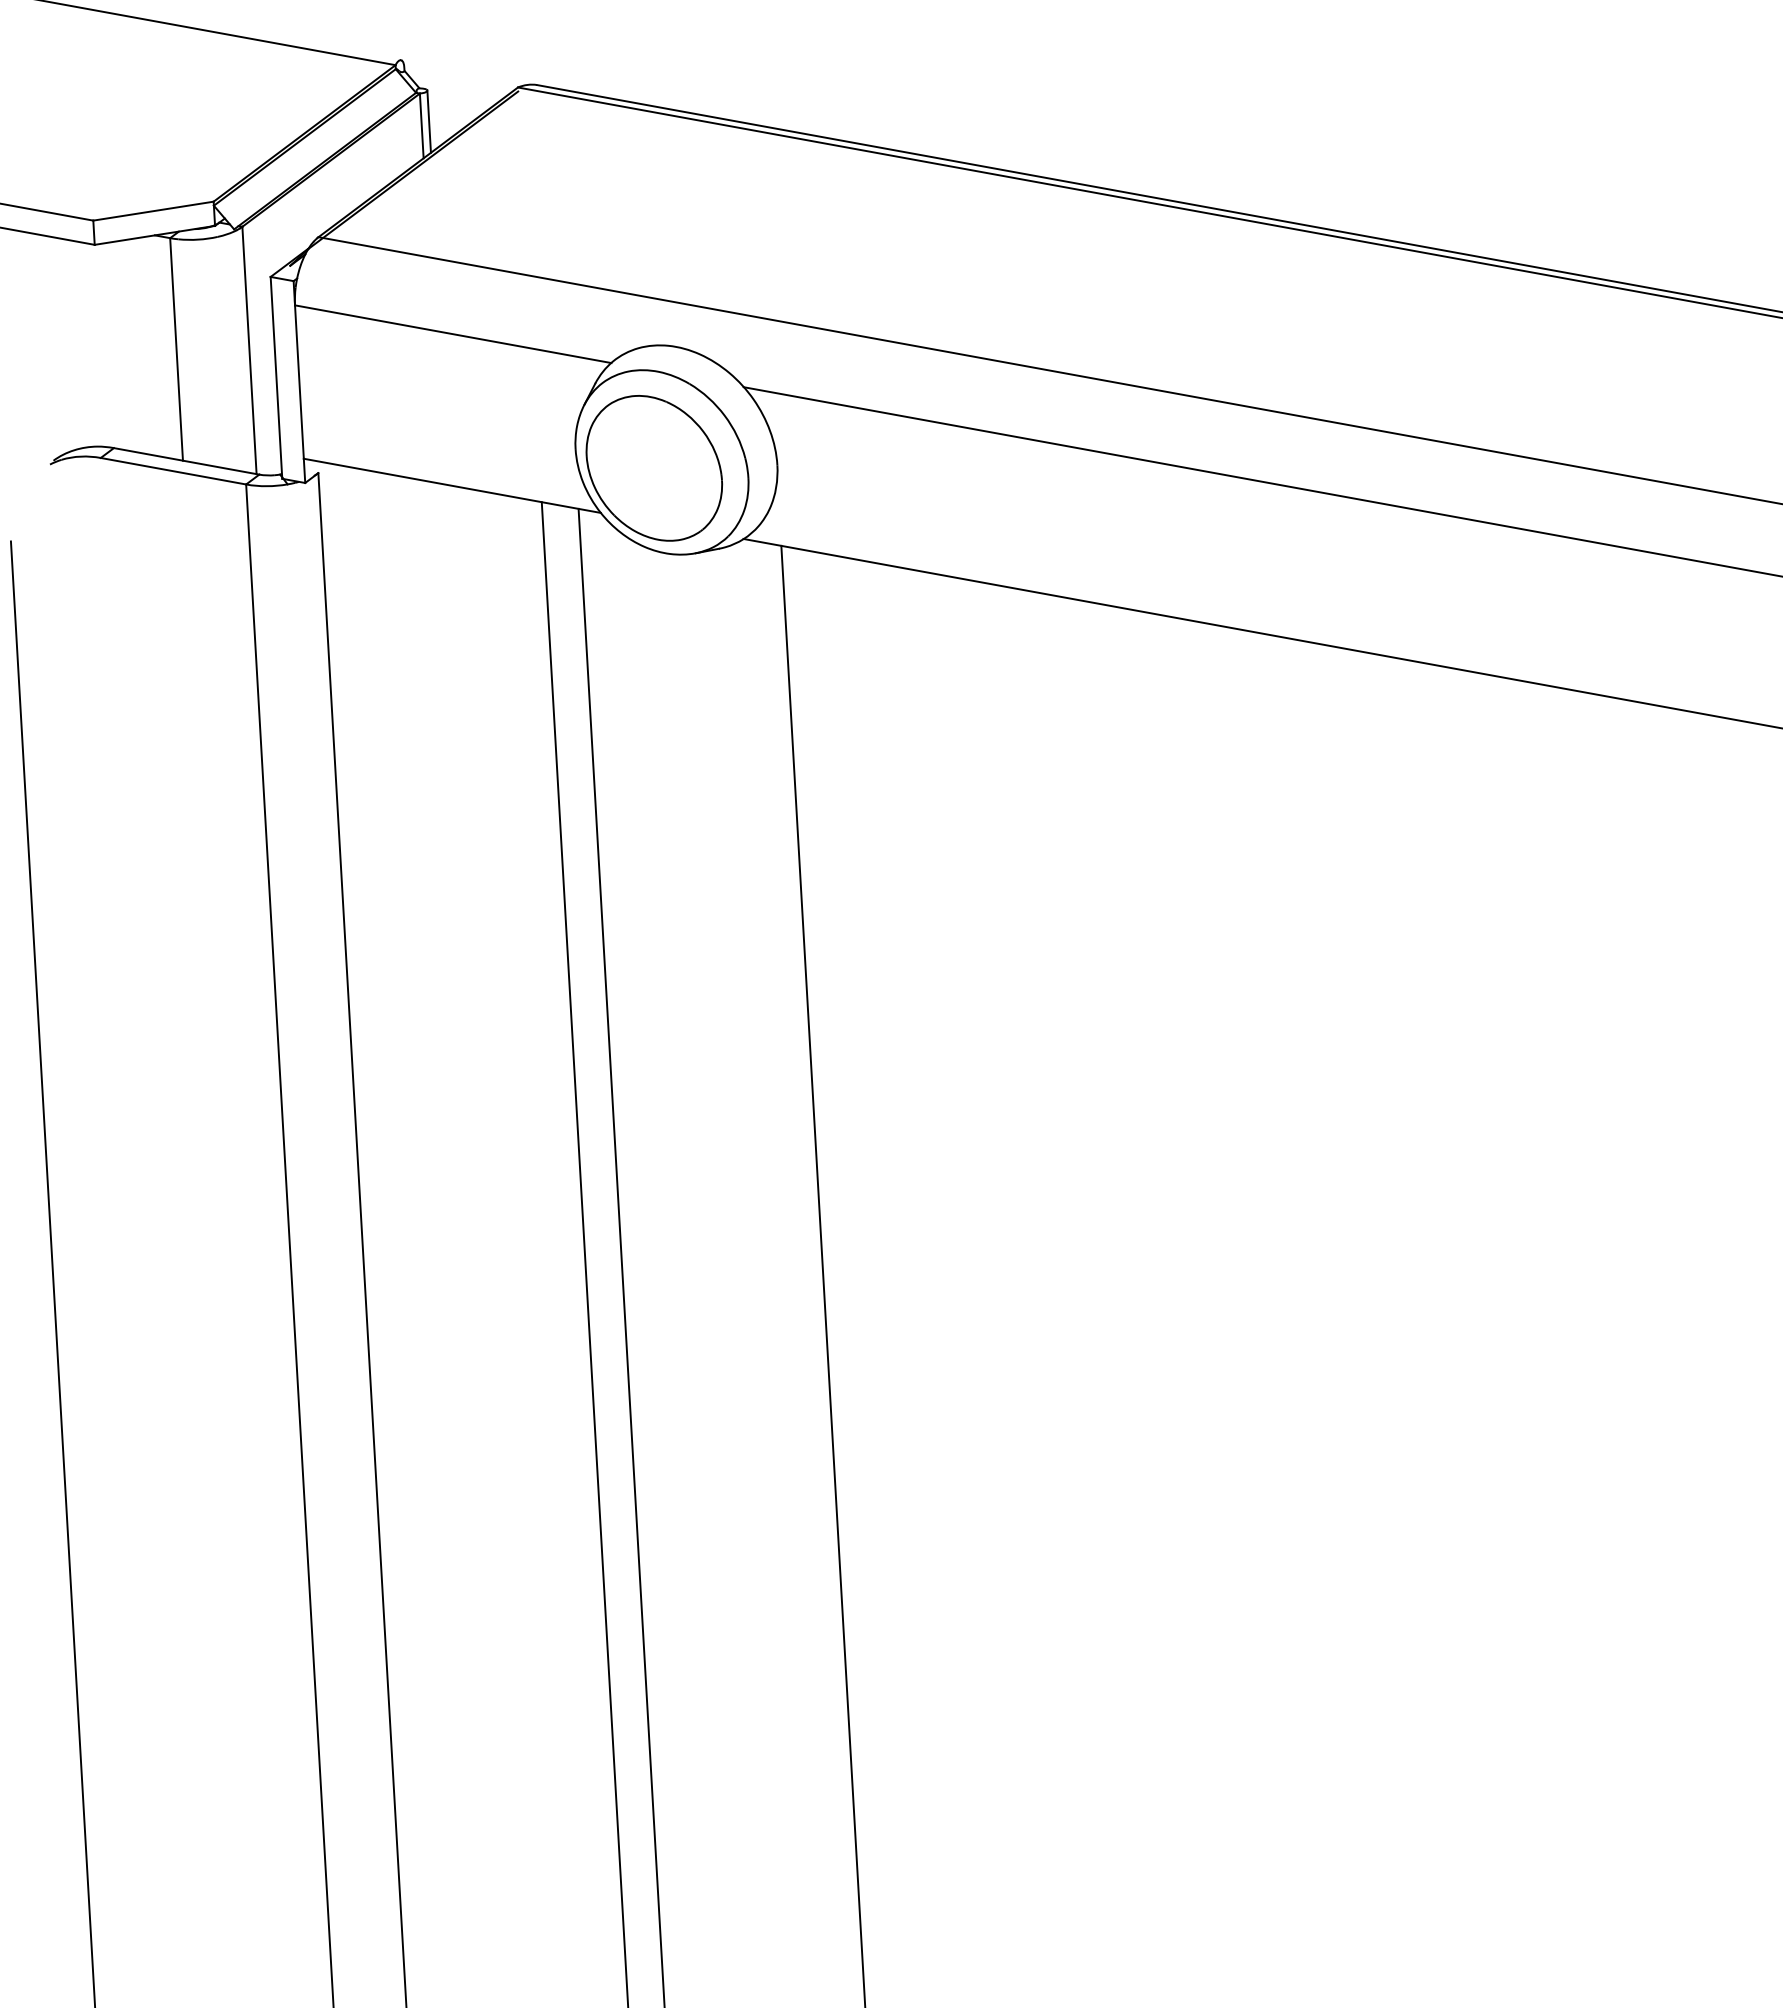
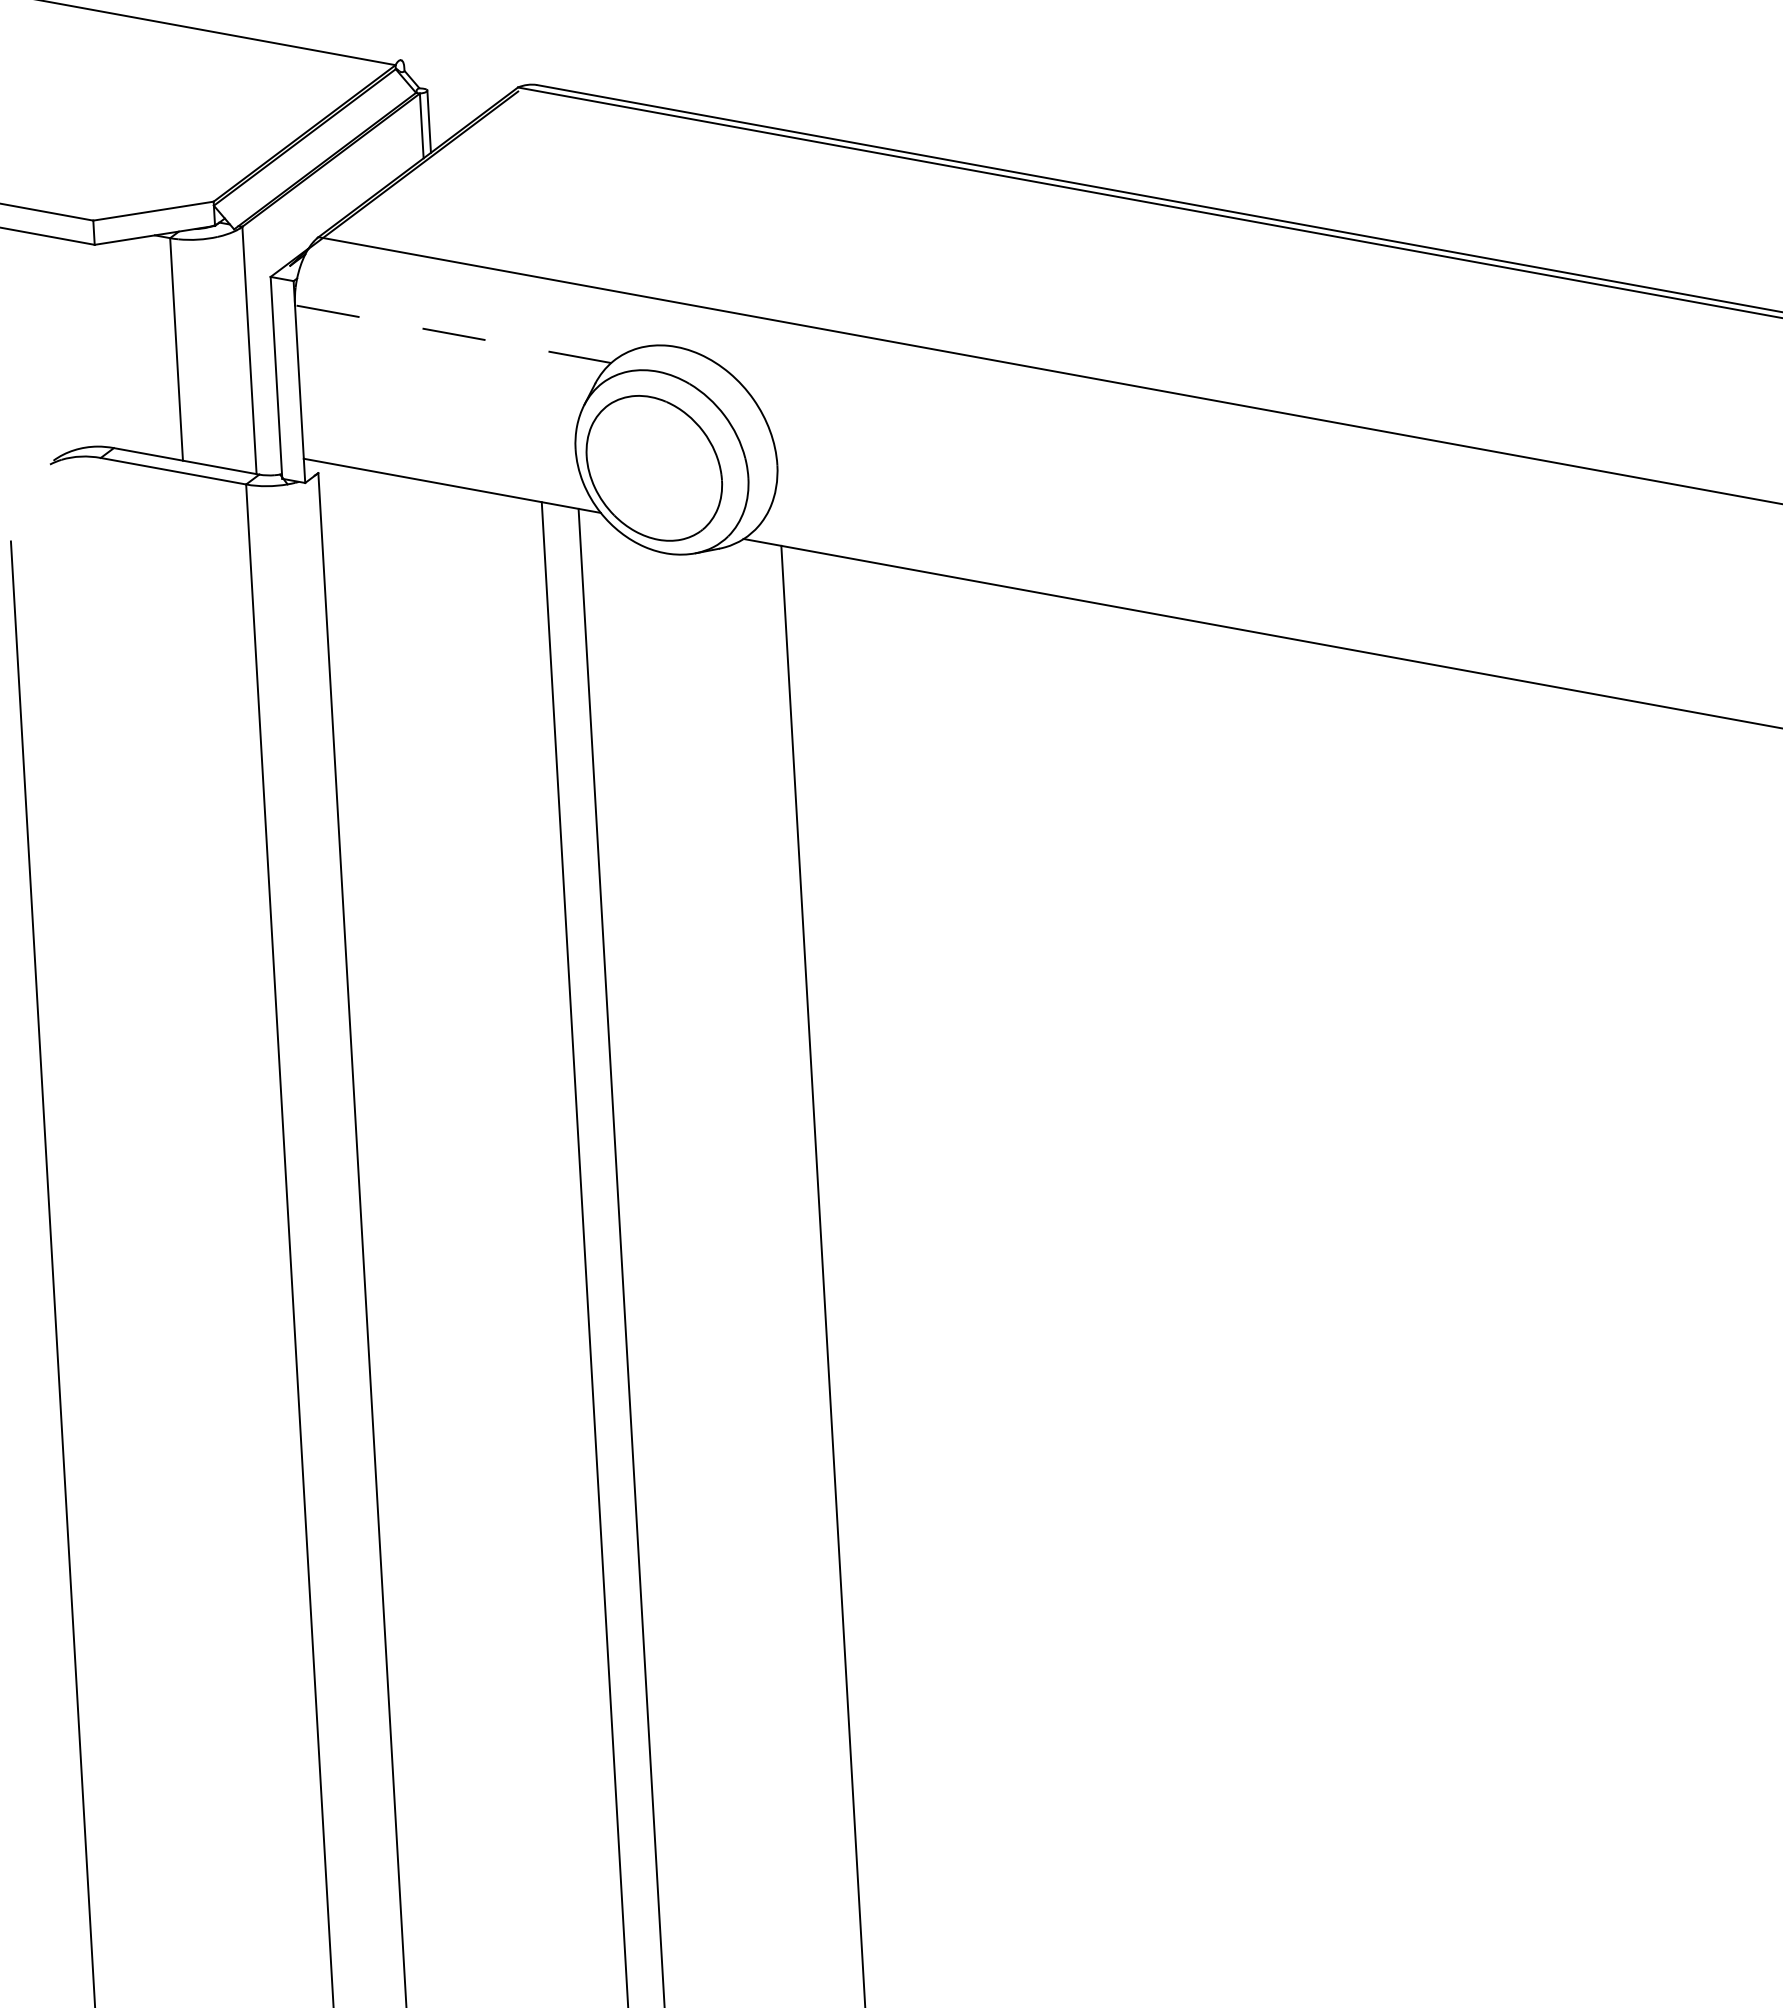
line at (453, 334): solid -> dashed
line at (1261, 481): present -> none
